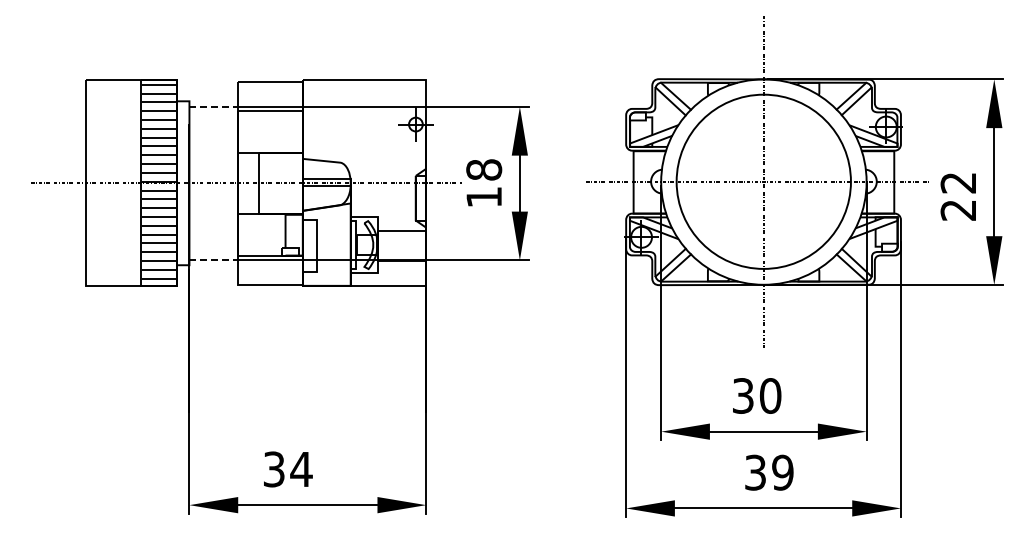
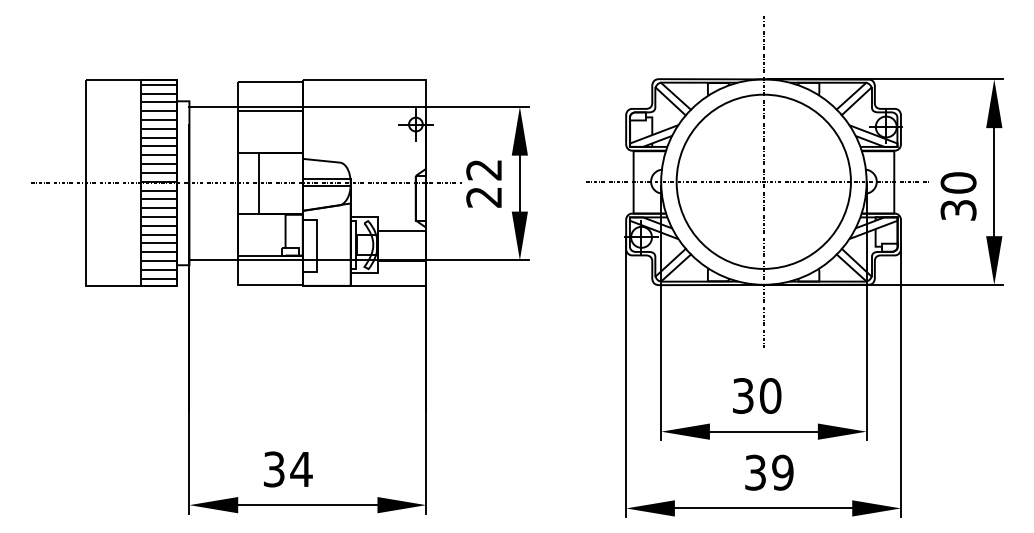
line at (214, 106): dashed -> solid
text at (484, 183): 18 -> 22
text at (958, 196): 22 -> 30
line at (214, 260): dashed -> solid
